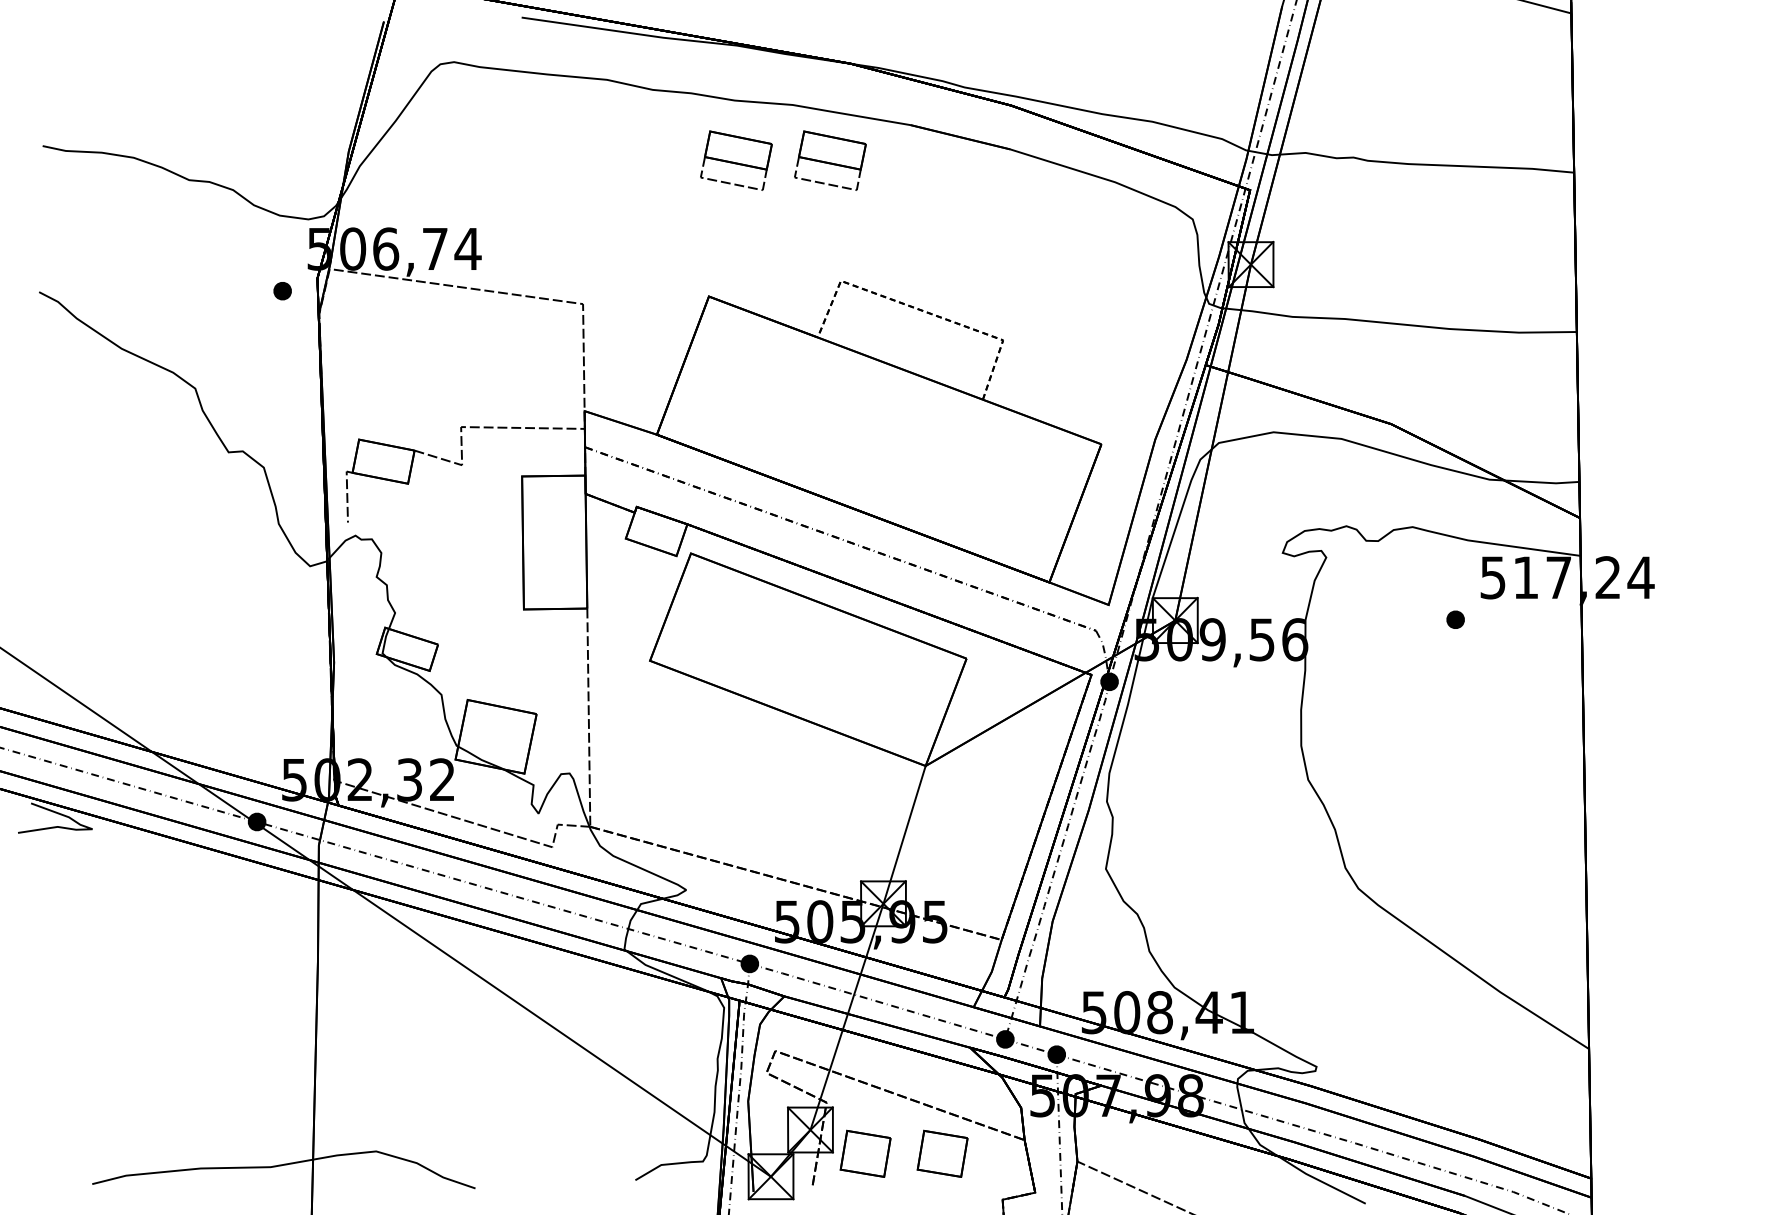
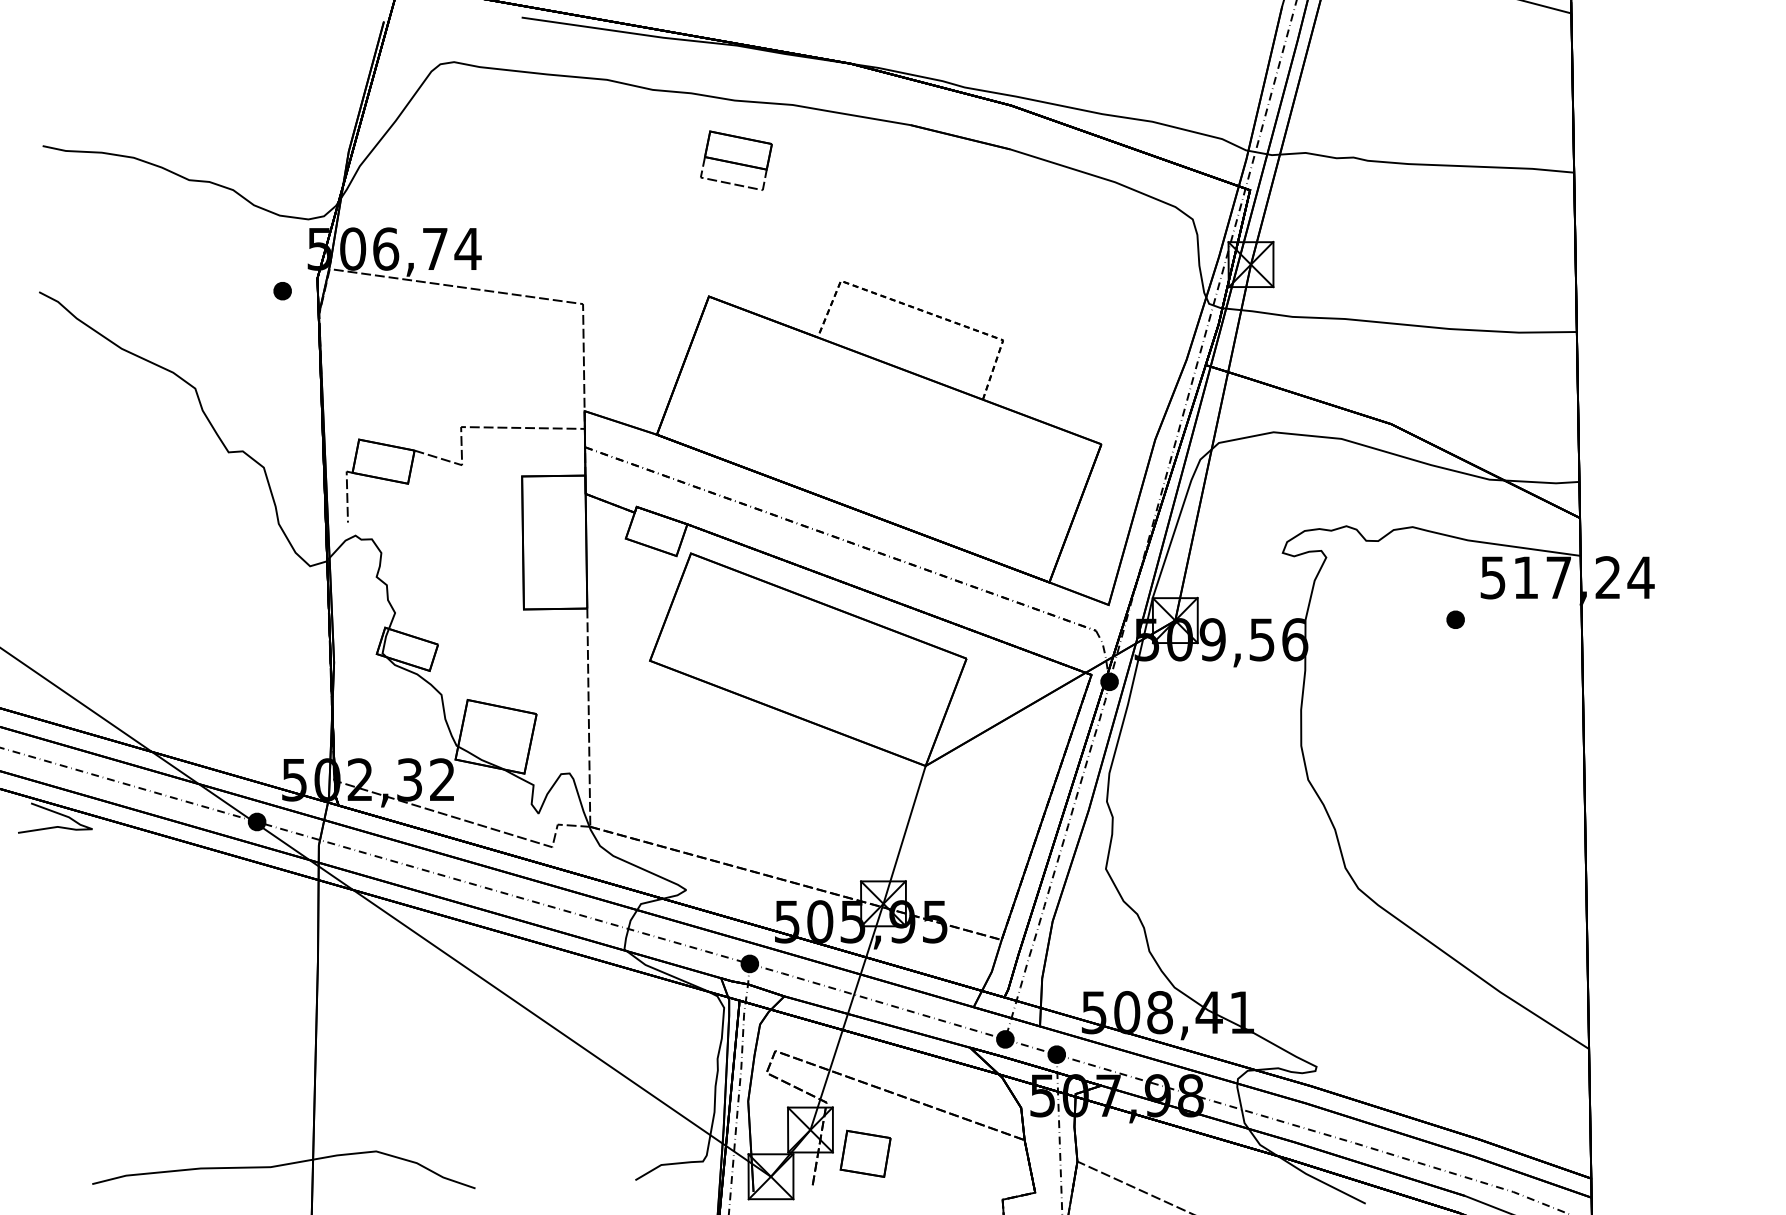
part at (830, 160): present -> none
part at (942, 1153): present -> none
